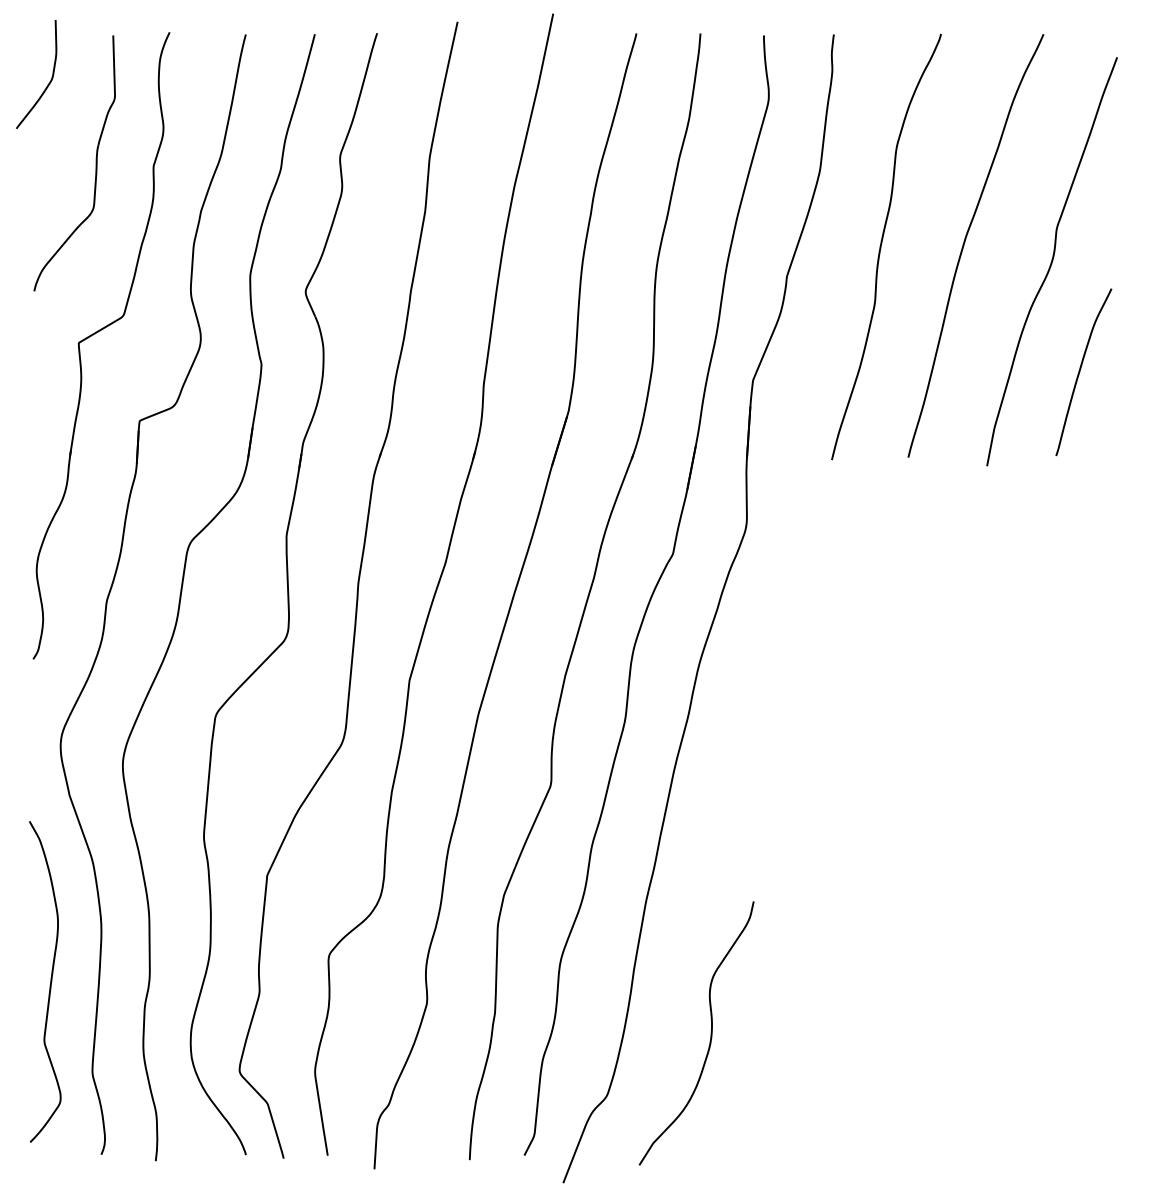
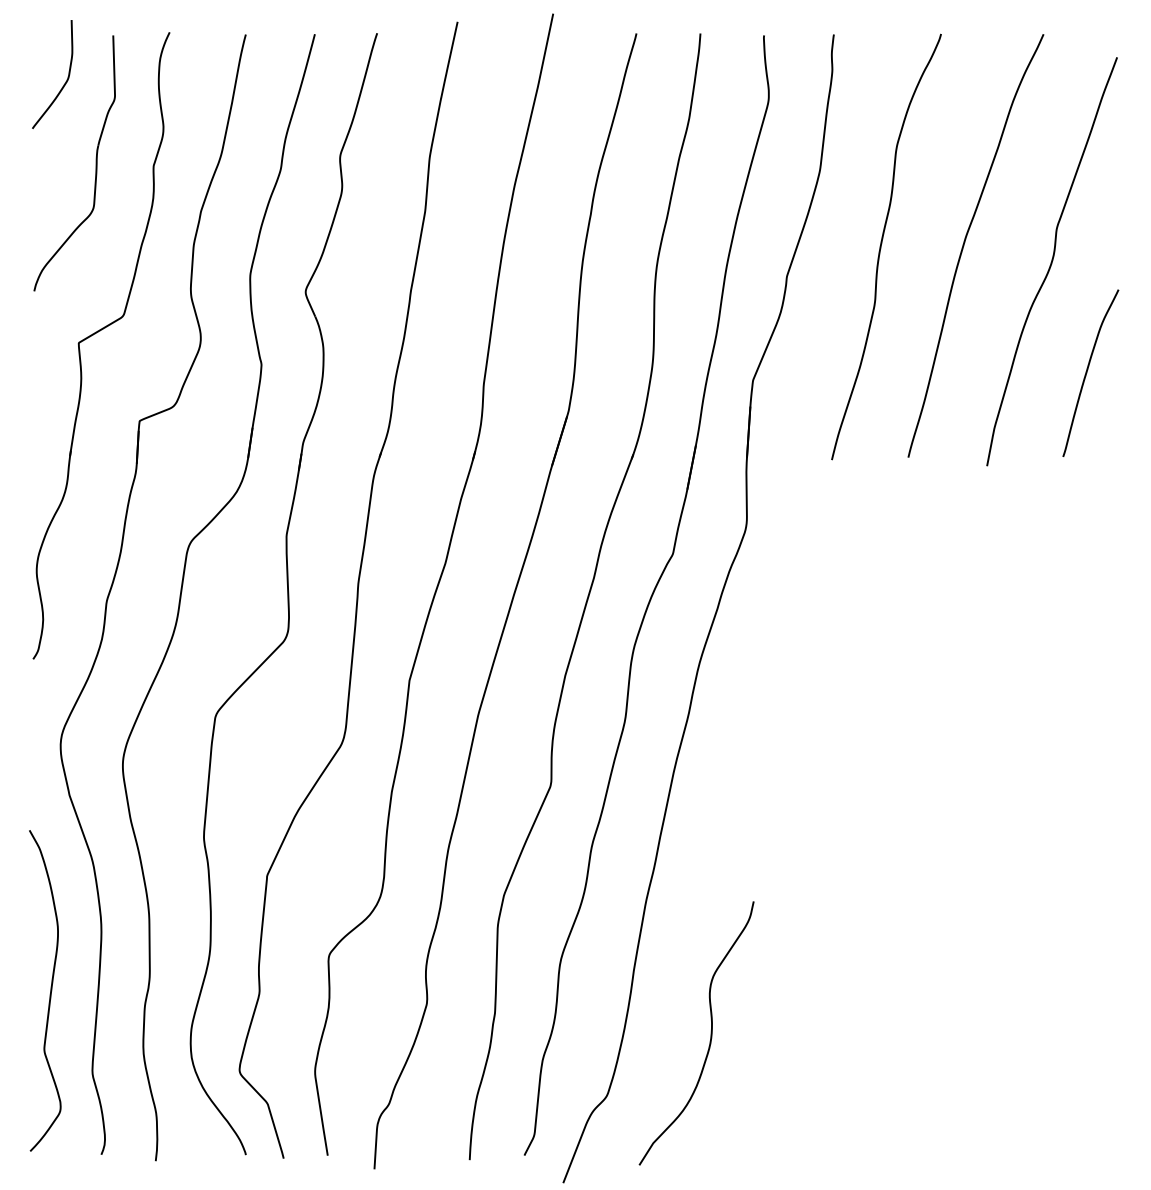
curve at (49, 81) position: (49, 81) -> (65, 81)
curve at (1080, 371) position: (1080, 371) -> (1087, 372)
curve at (50, 981) position: (50, 981) -> (50, 990)
